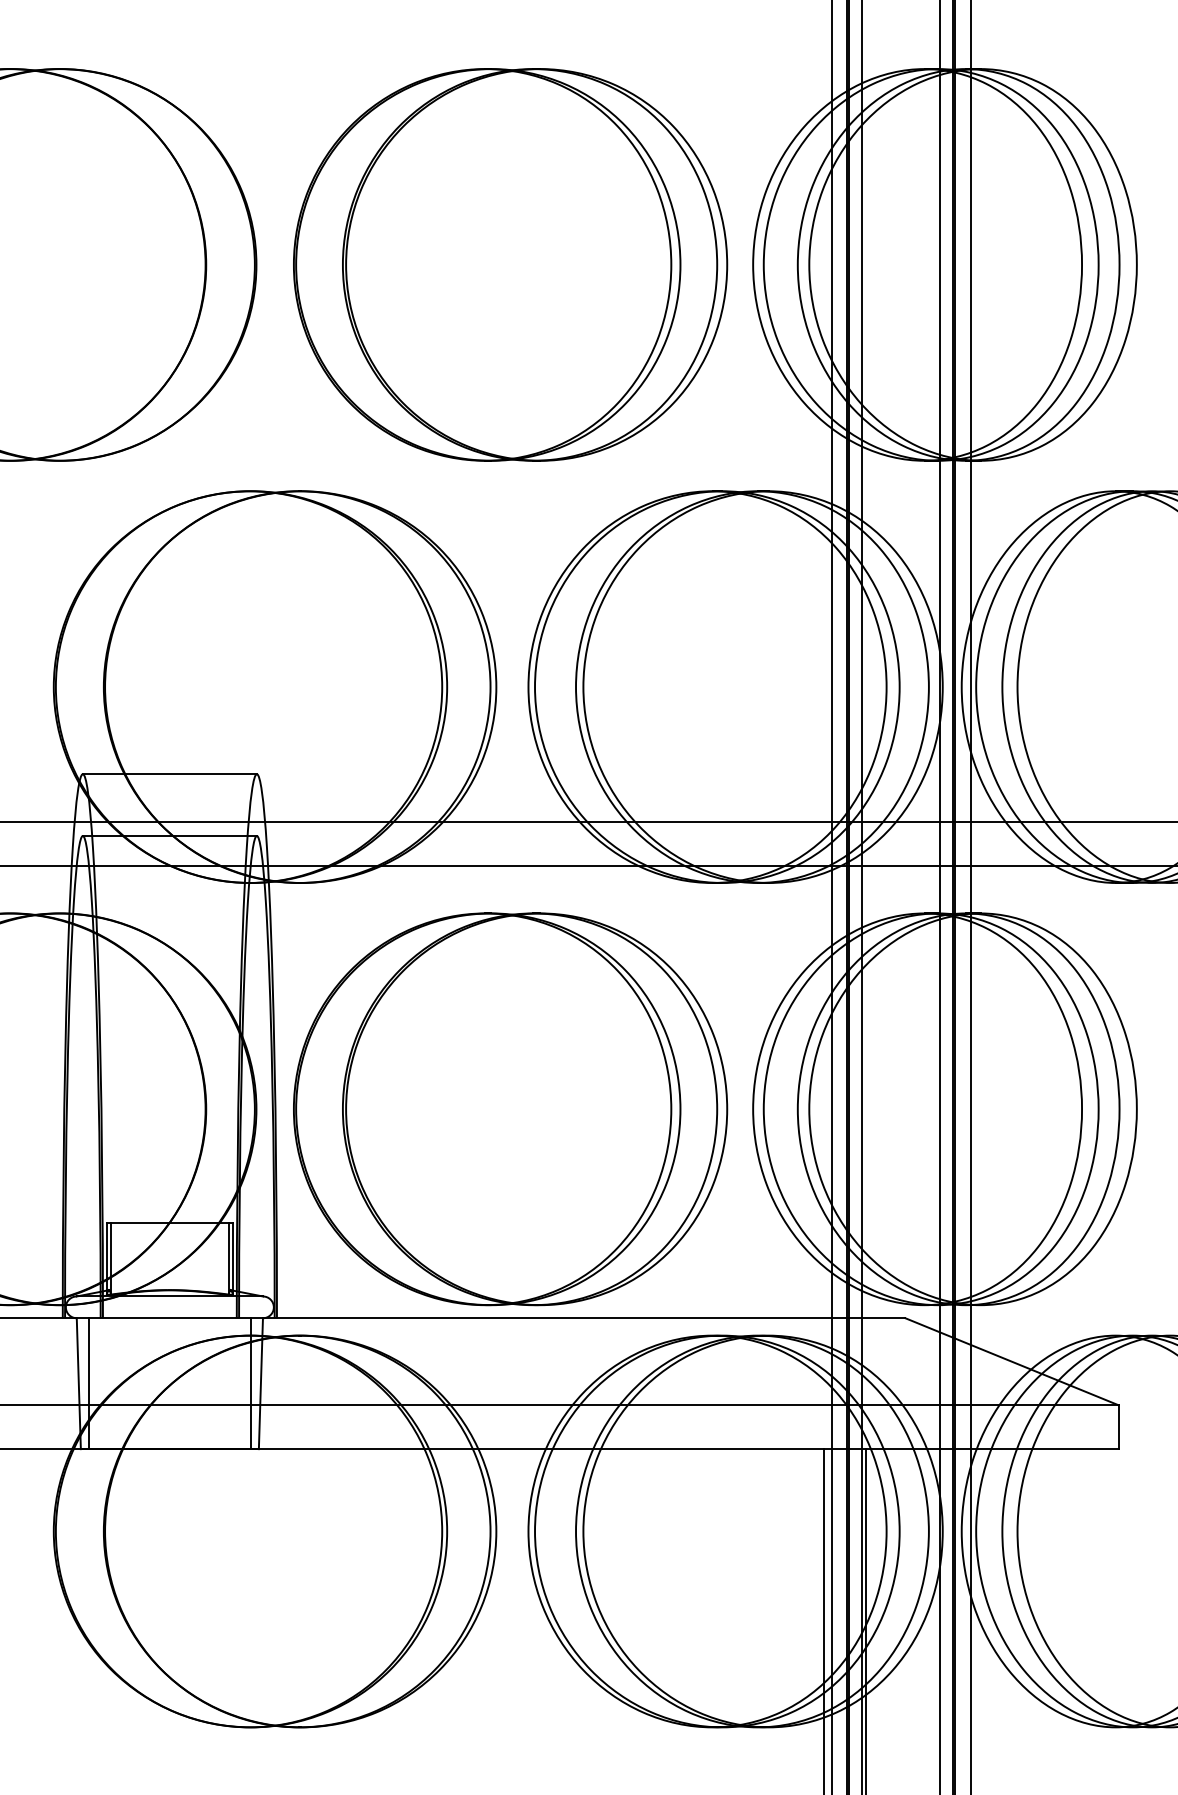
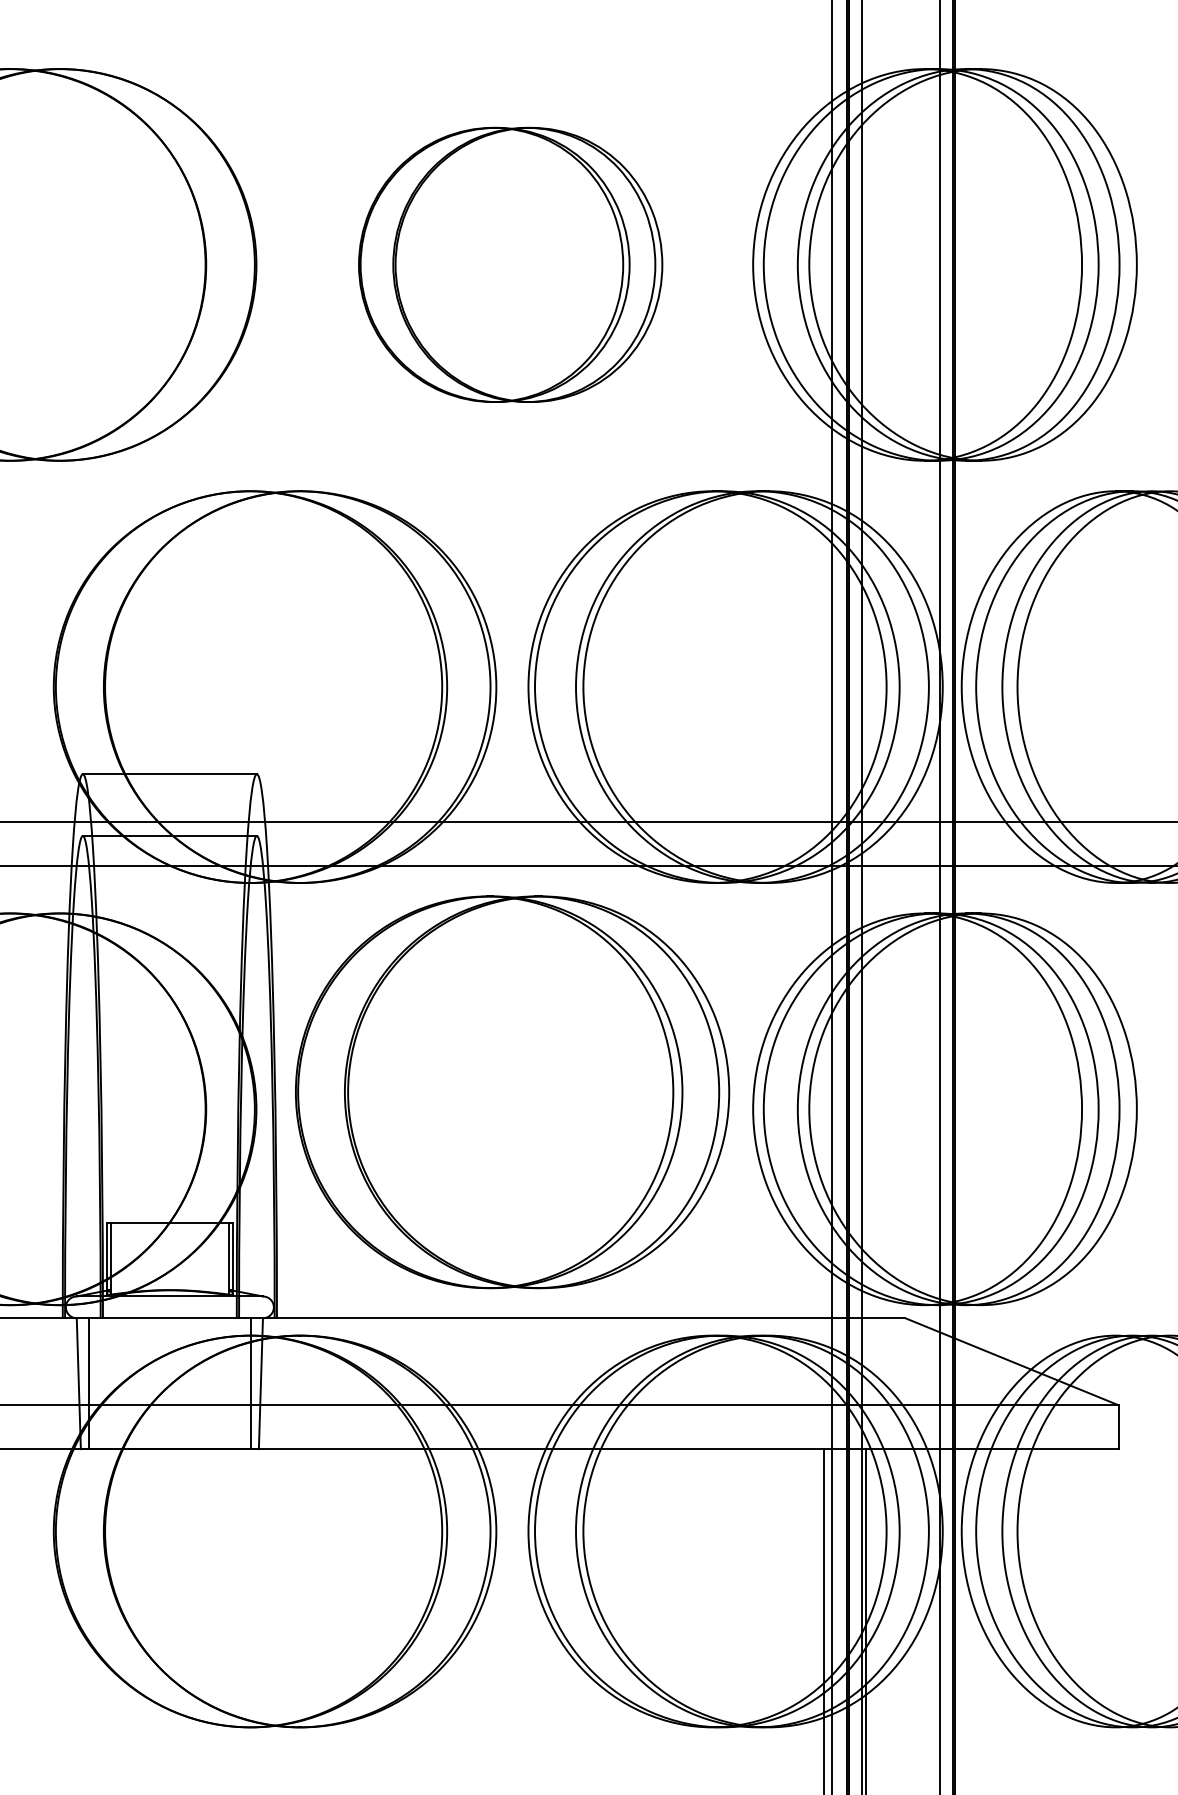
part at (510, 264) size: 436x394 px -> 306x277 px
line at (970, 896): present -> none
part at (510, 1109) position: (510, 1109) -> (512, 1092)
